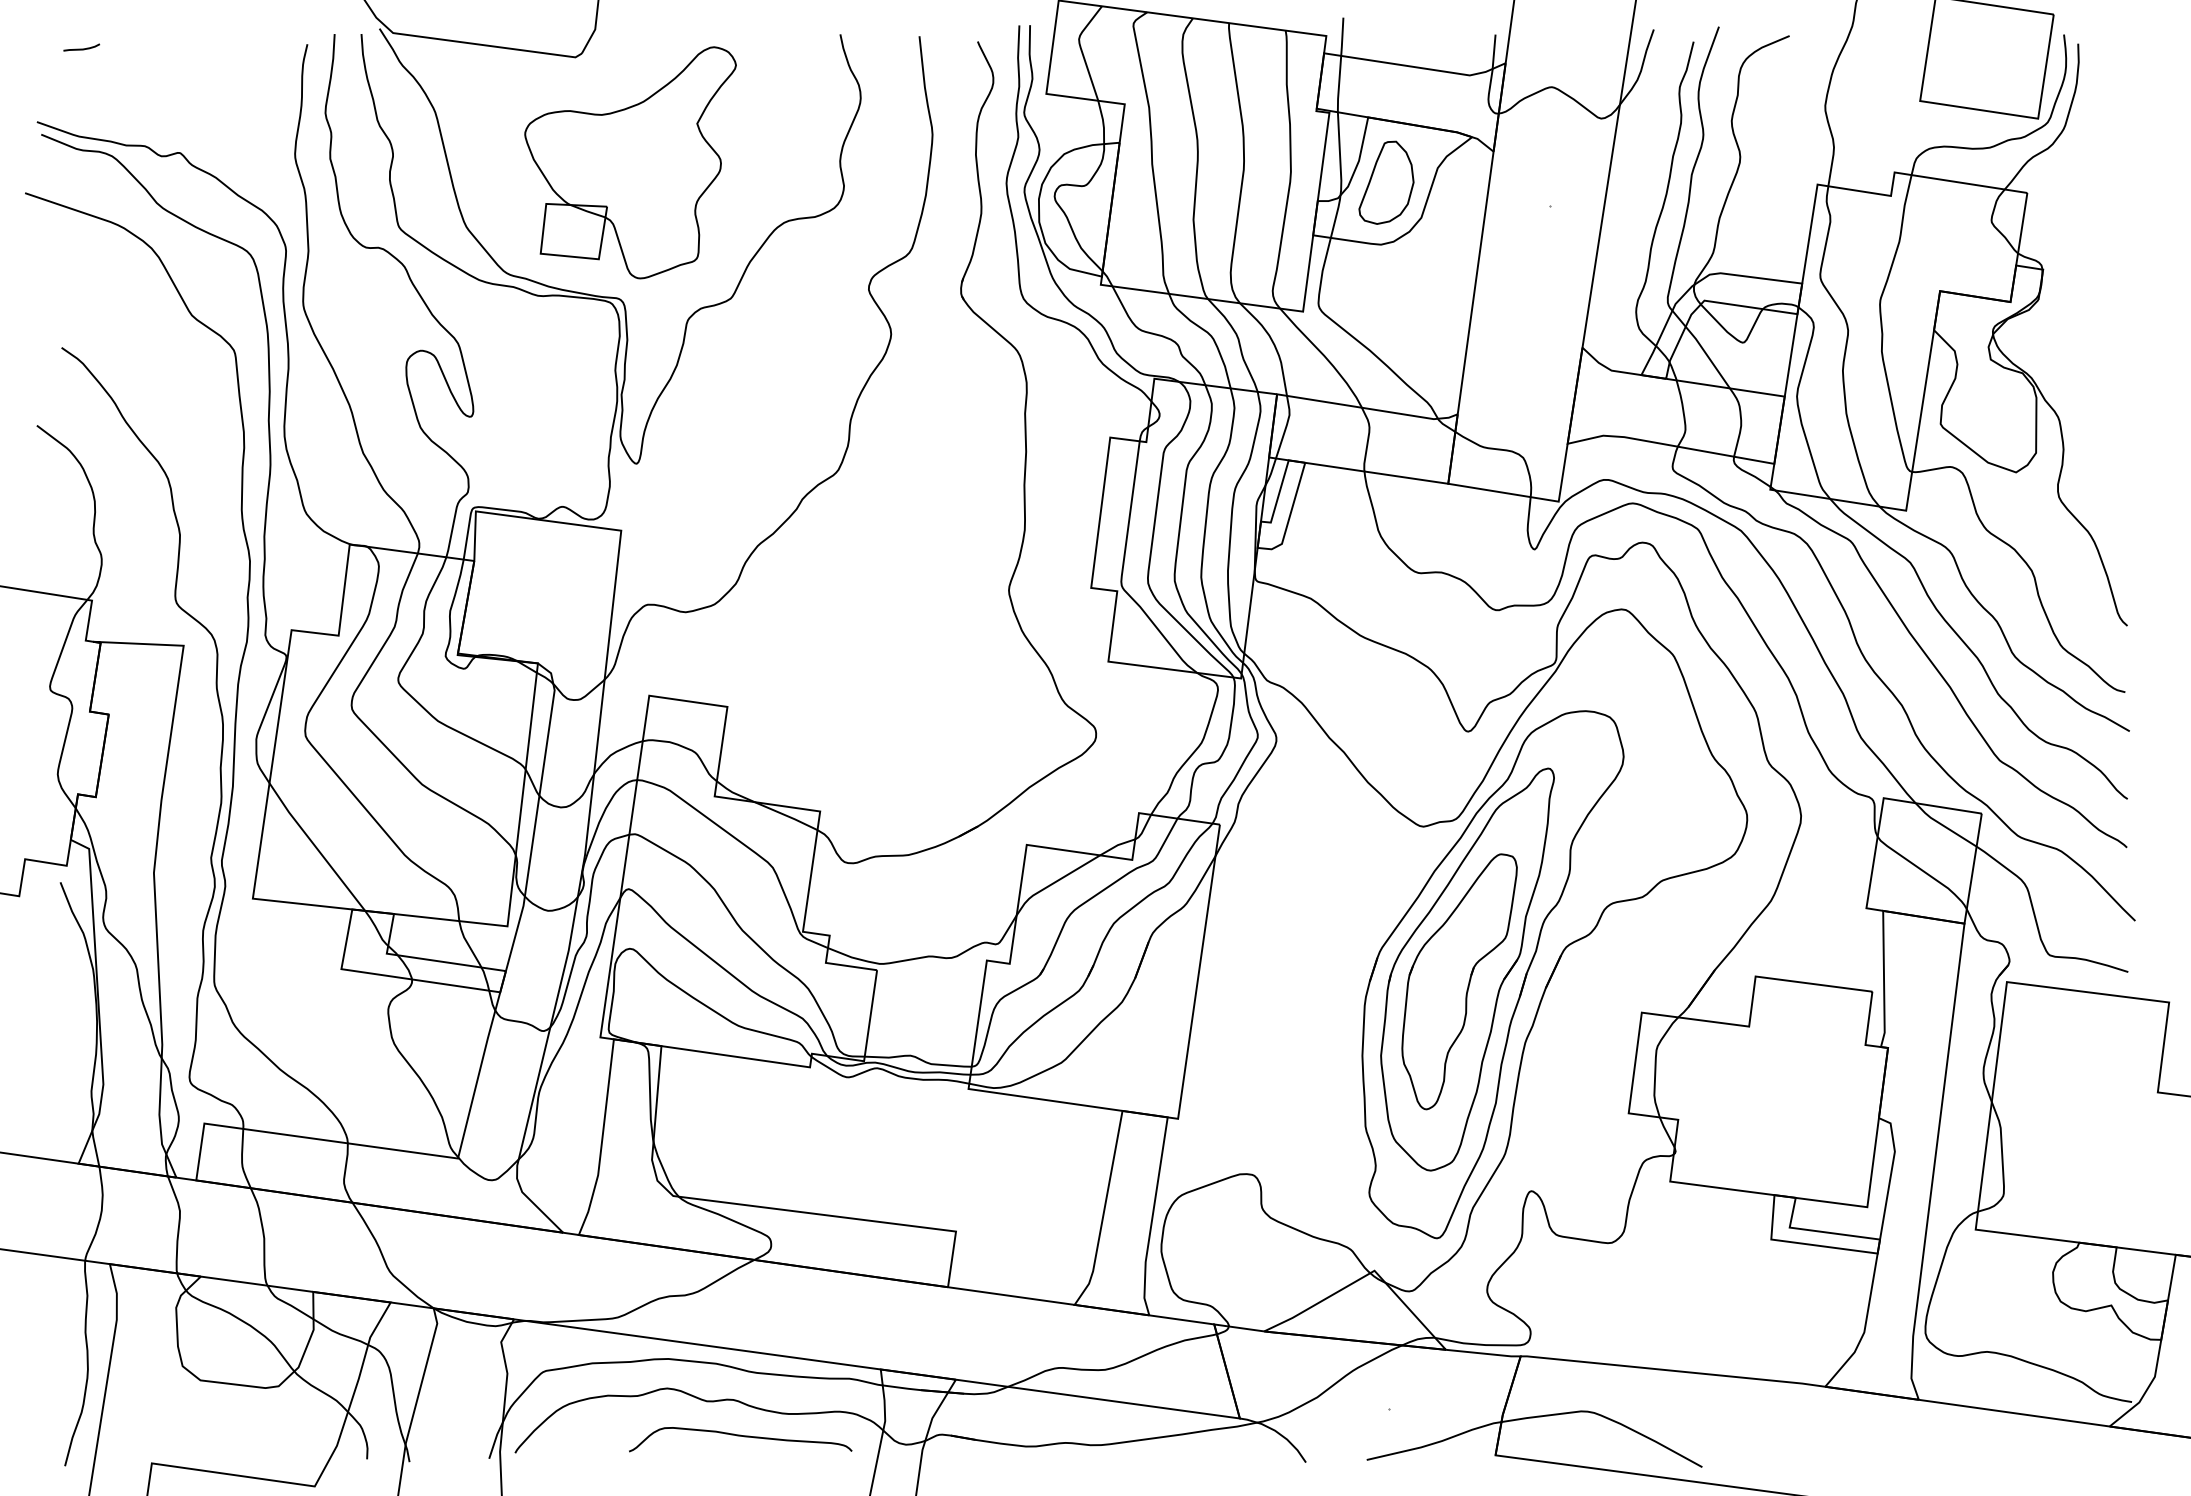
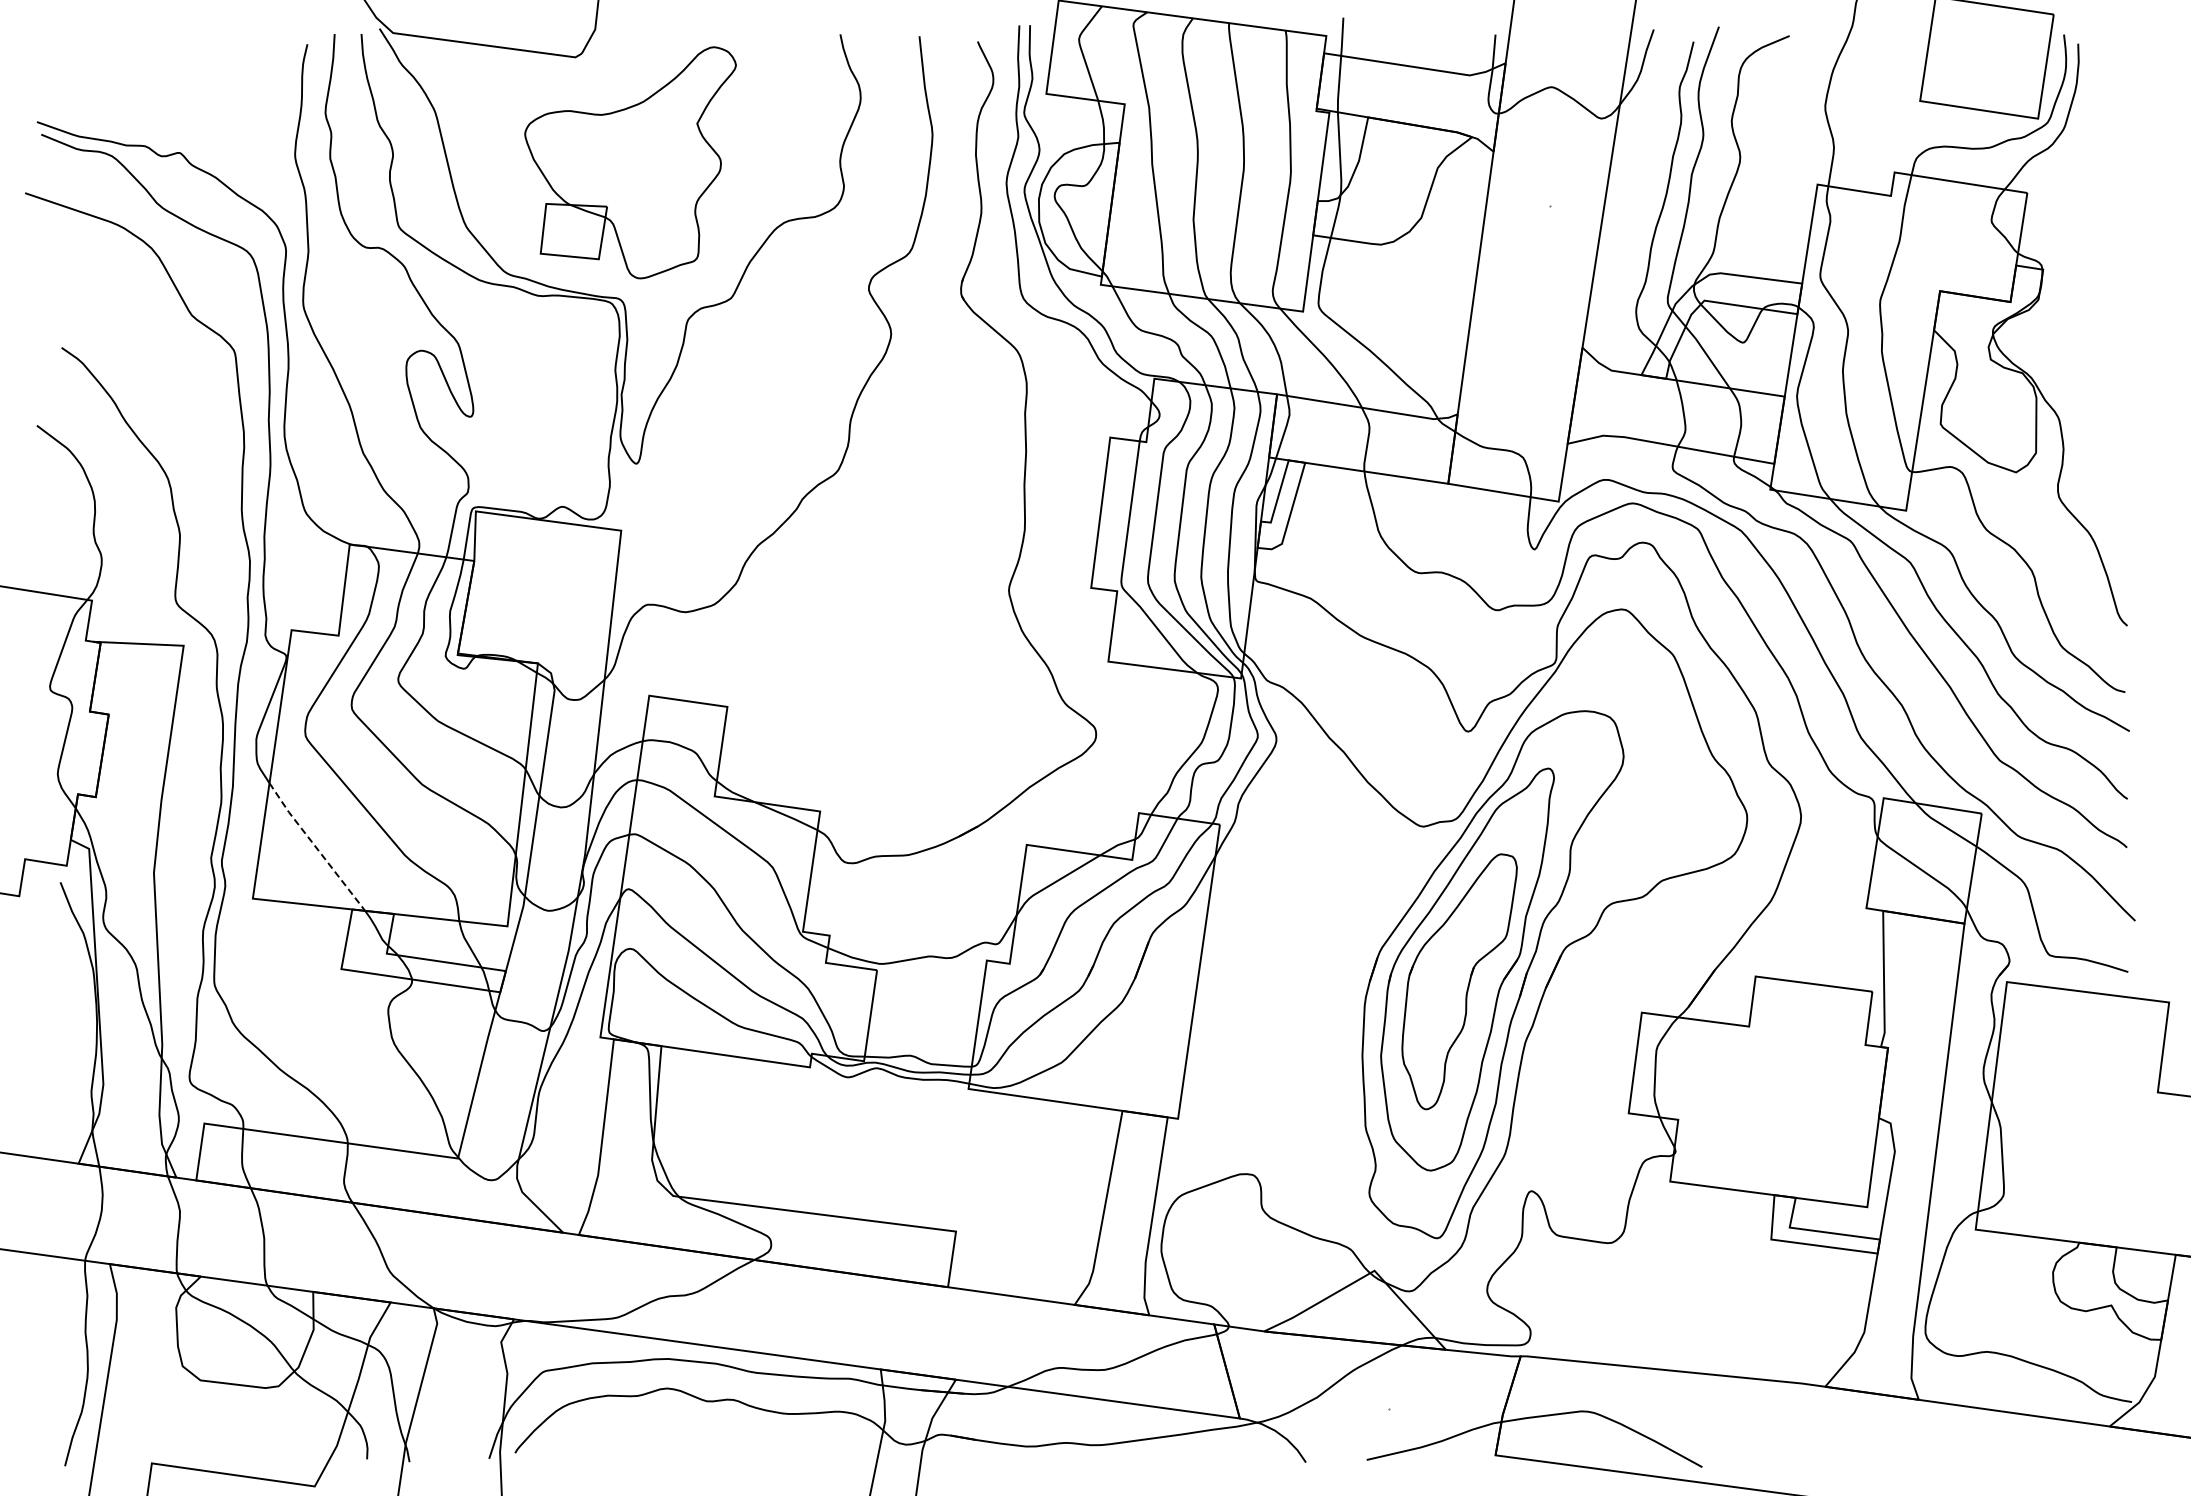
curve at (81, 48): present -> none
part at (1386, 182): present -> none
line at (315, 847): solid -> dashed
curve at (740, 1436): present -> none
